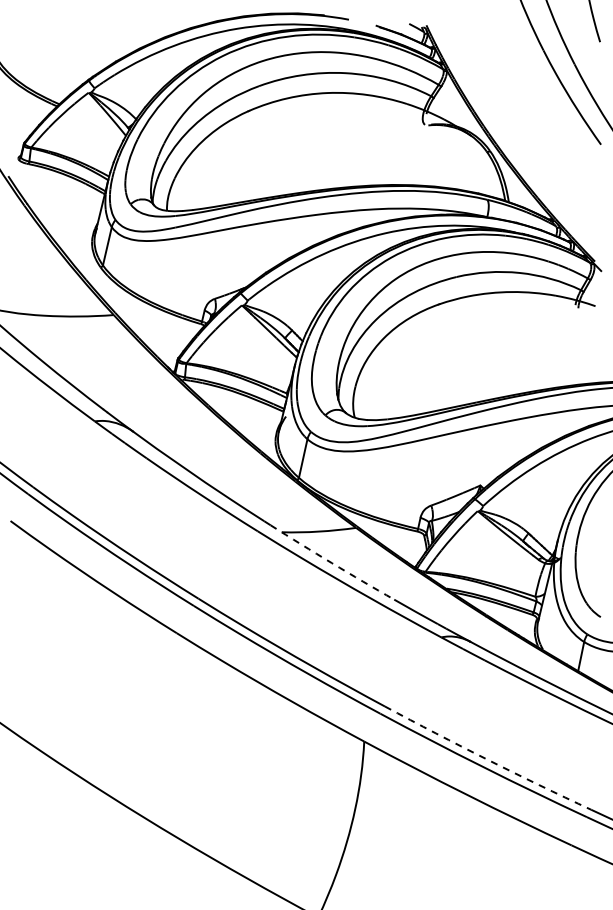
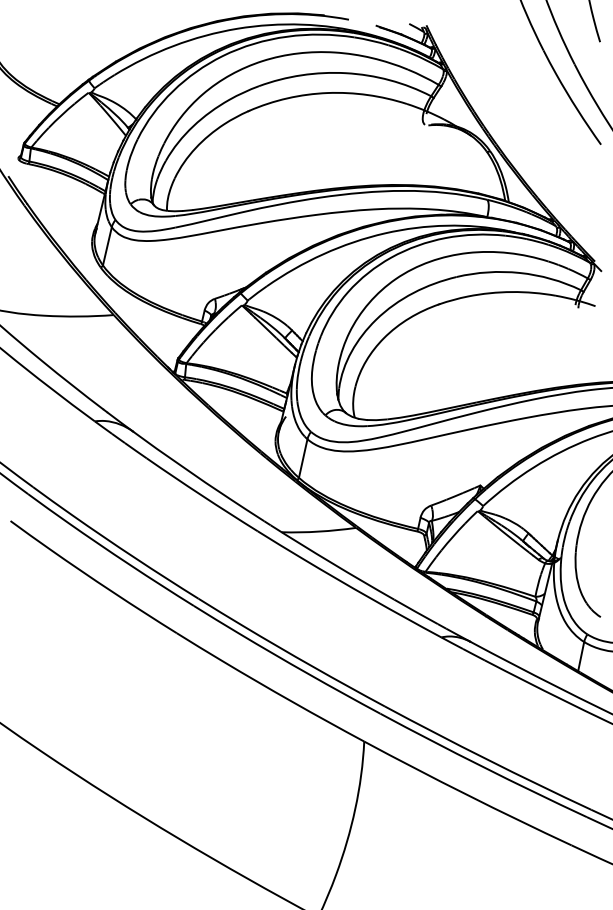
arc at (331, 563): dashed -> solid
arc at (487, 759): dashed -> solid
